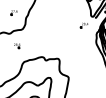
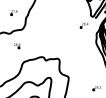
part at (96, 88): none -> present
